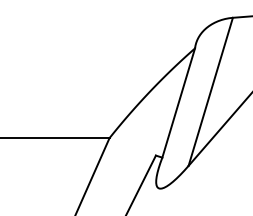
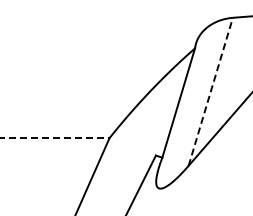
line at (210, 91): solid -> dashed
line at (55, 138): solid -> dashed
